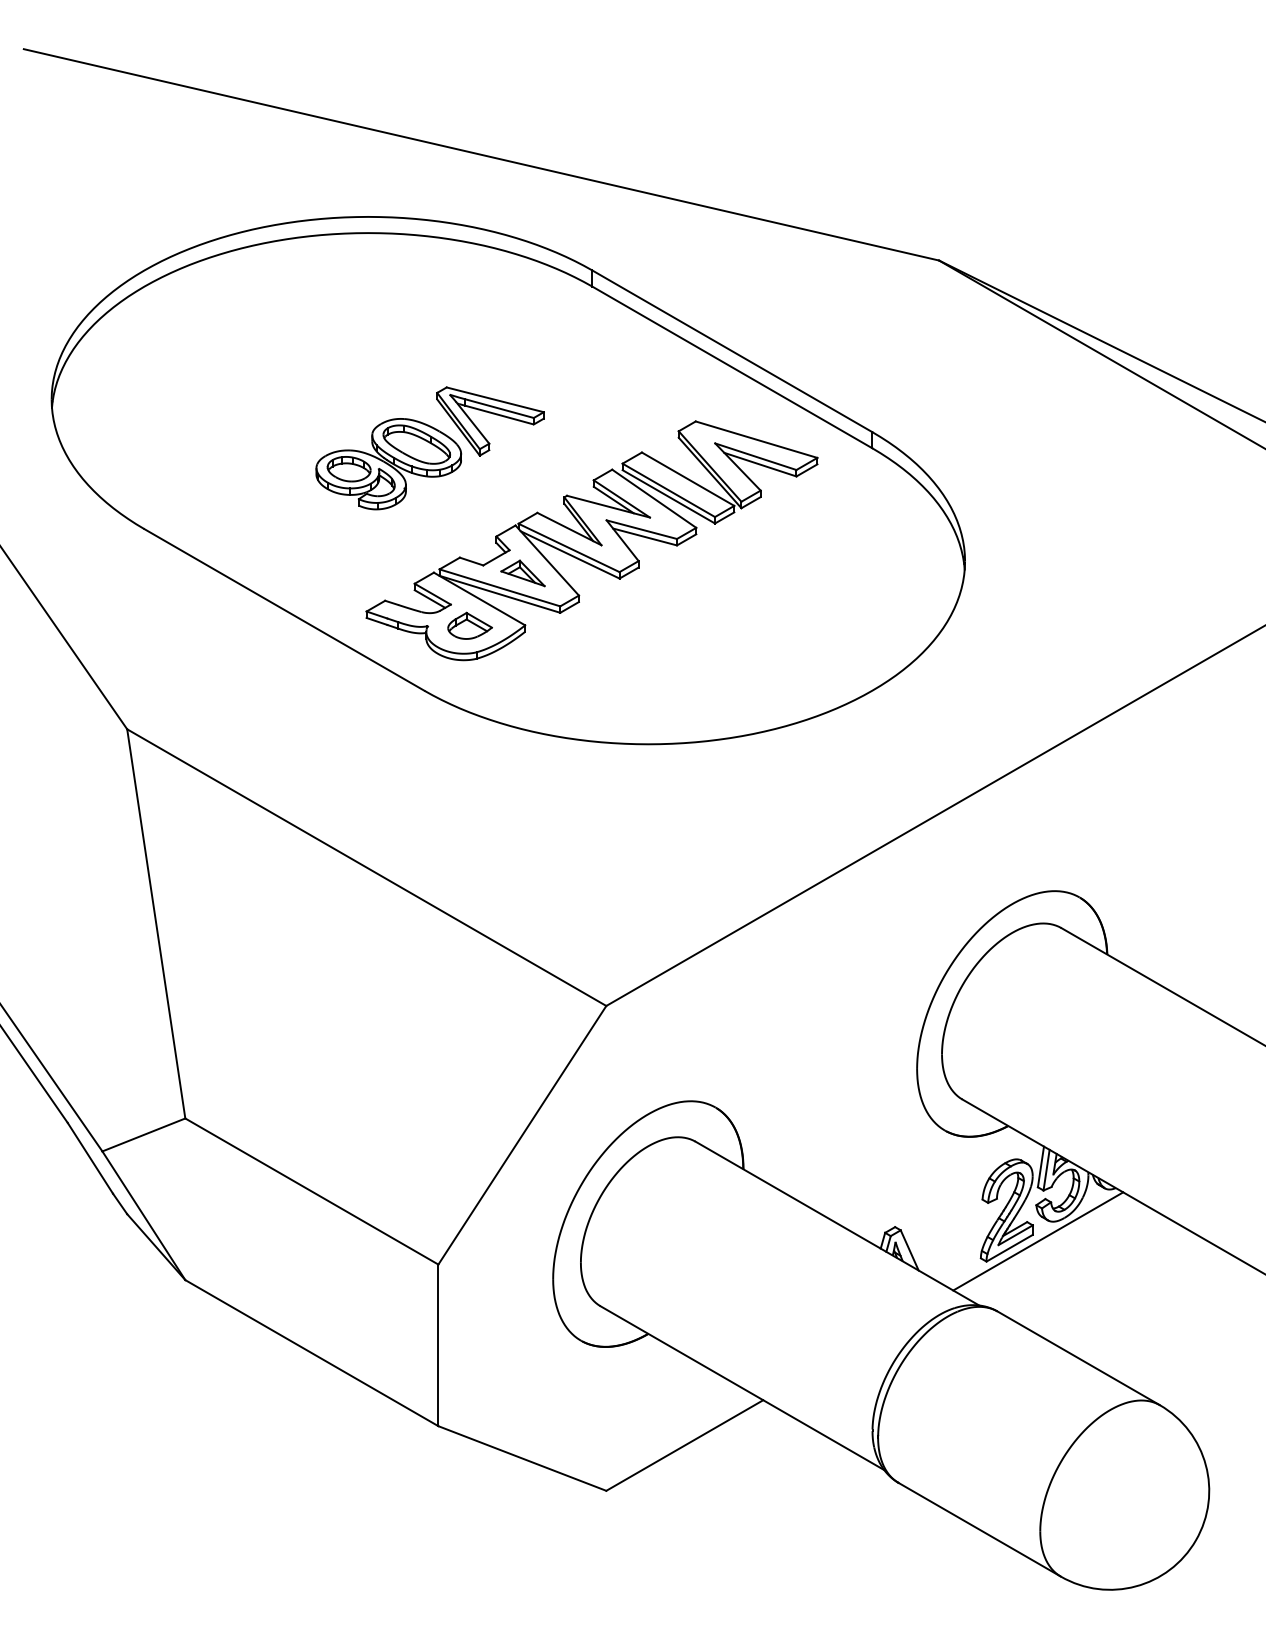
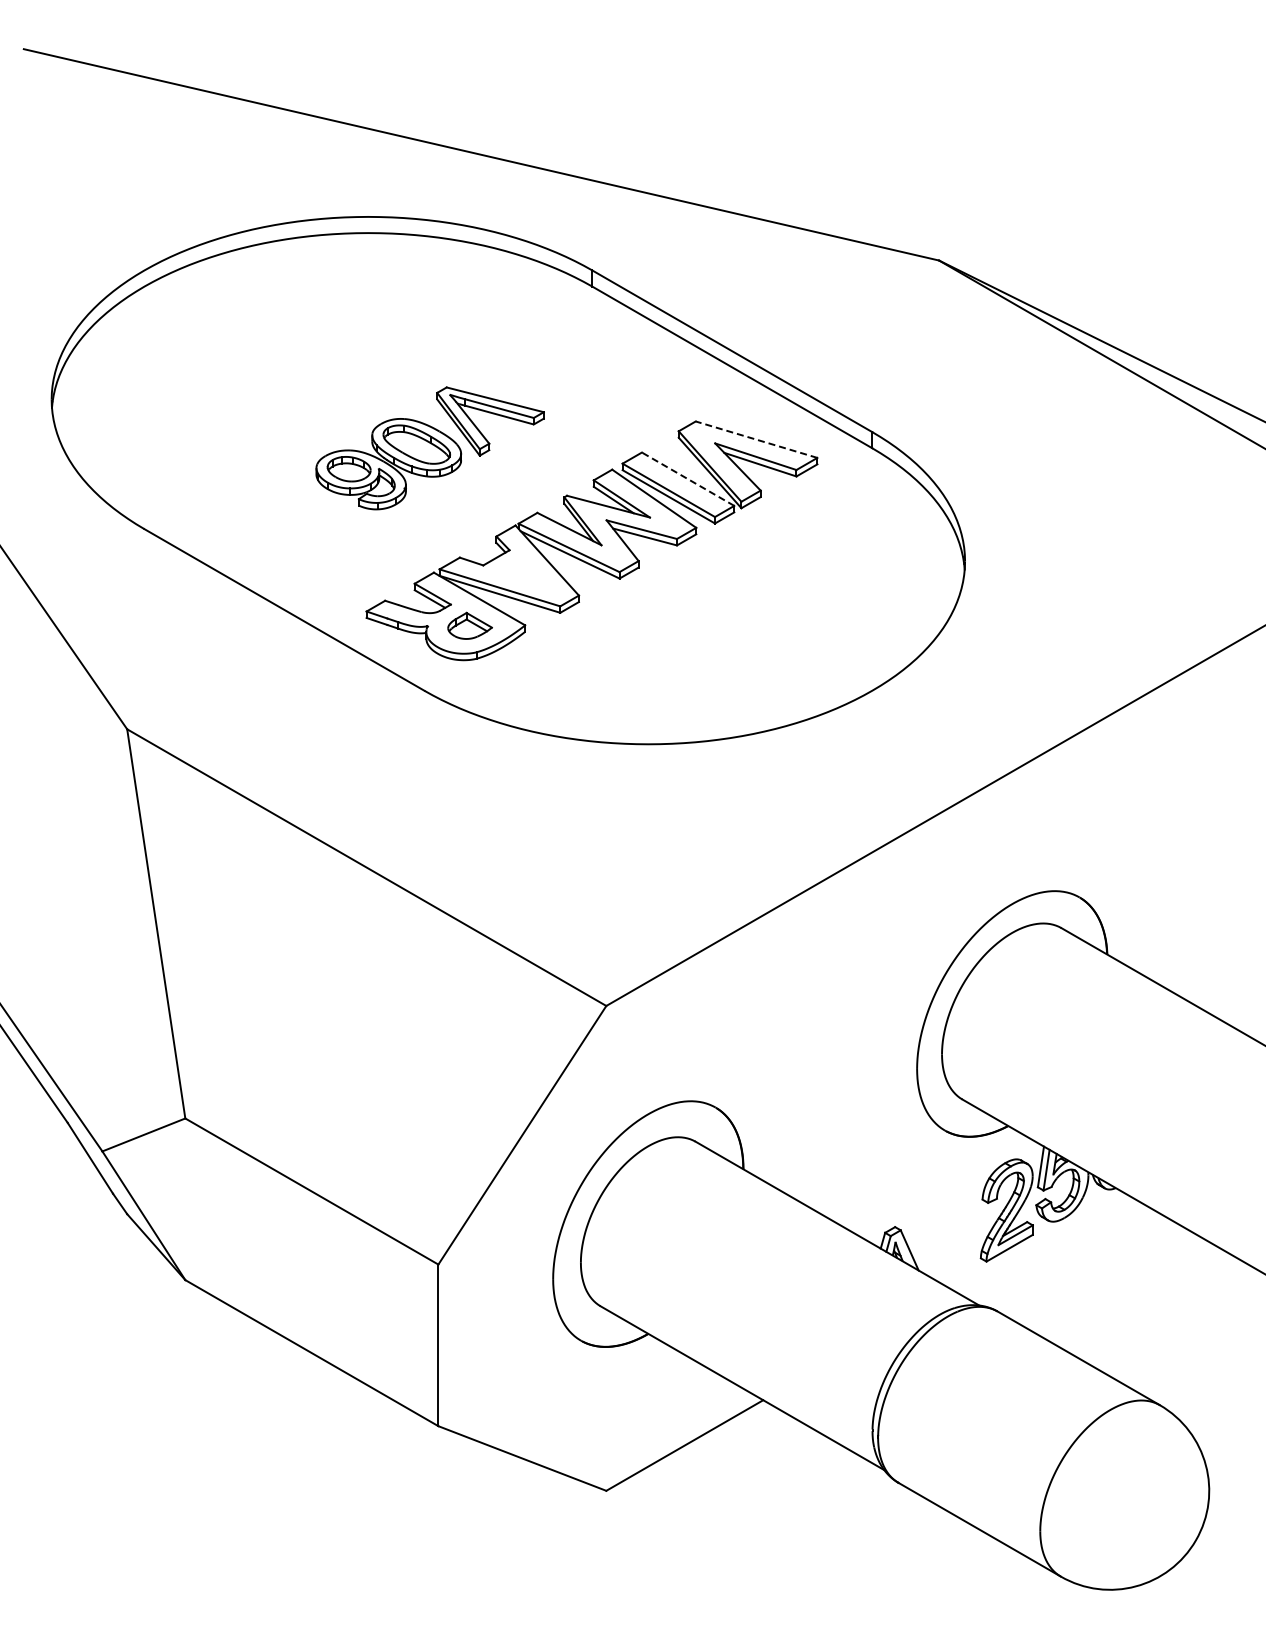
line at (756, 439): solid -> dashed
line at (687, 478): solid -> dashed
part at (522, 573): present -> none
line at (1038, 1241): present -> none
